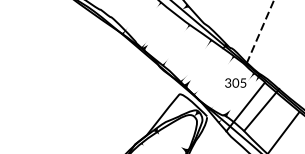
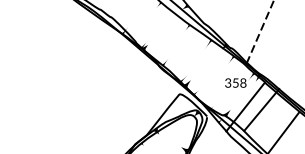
text at (239, 82): 305 -> 358
